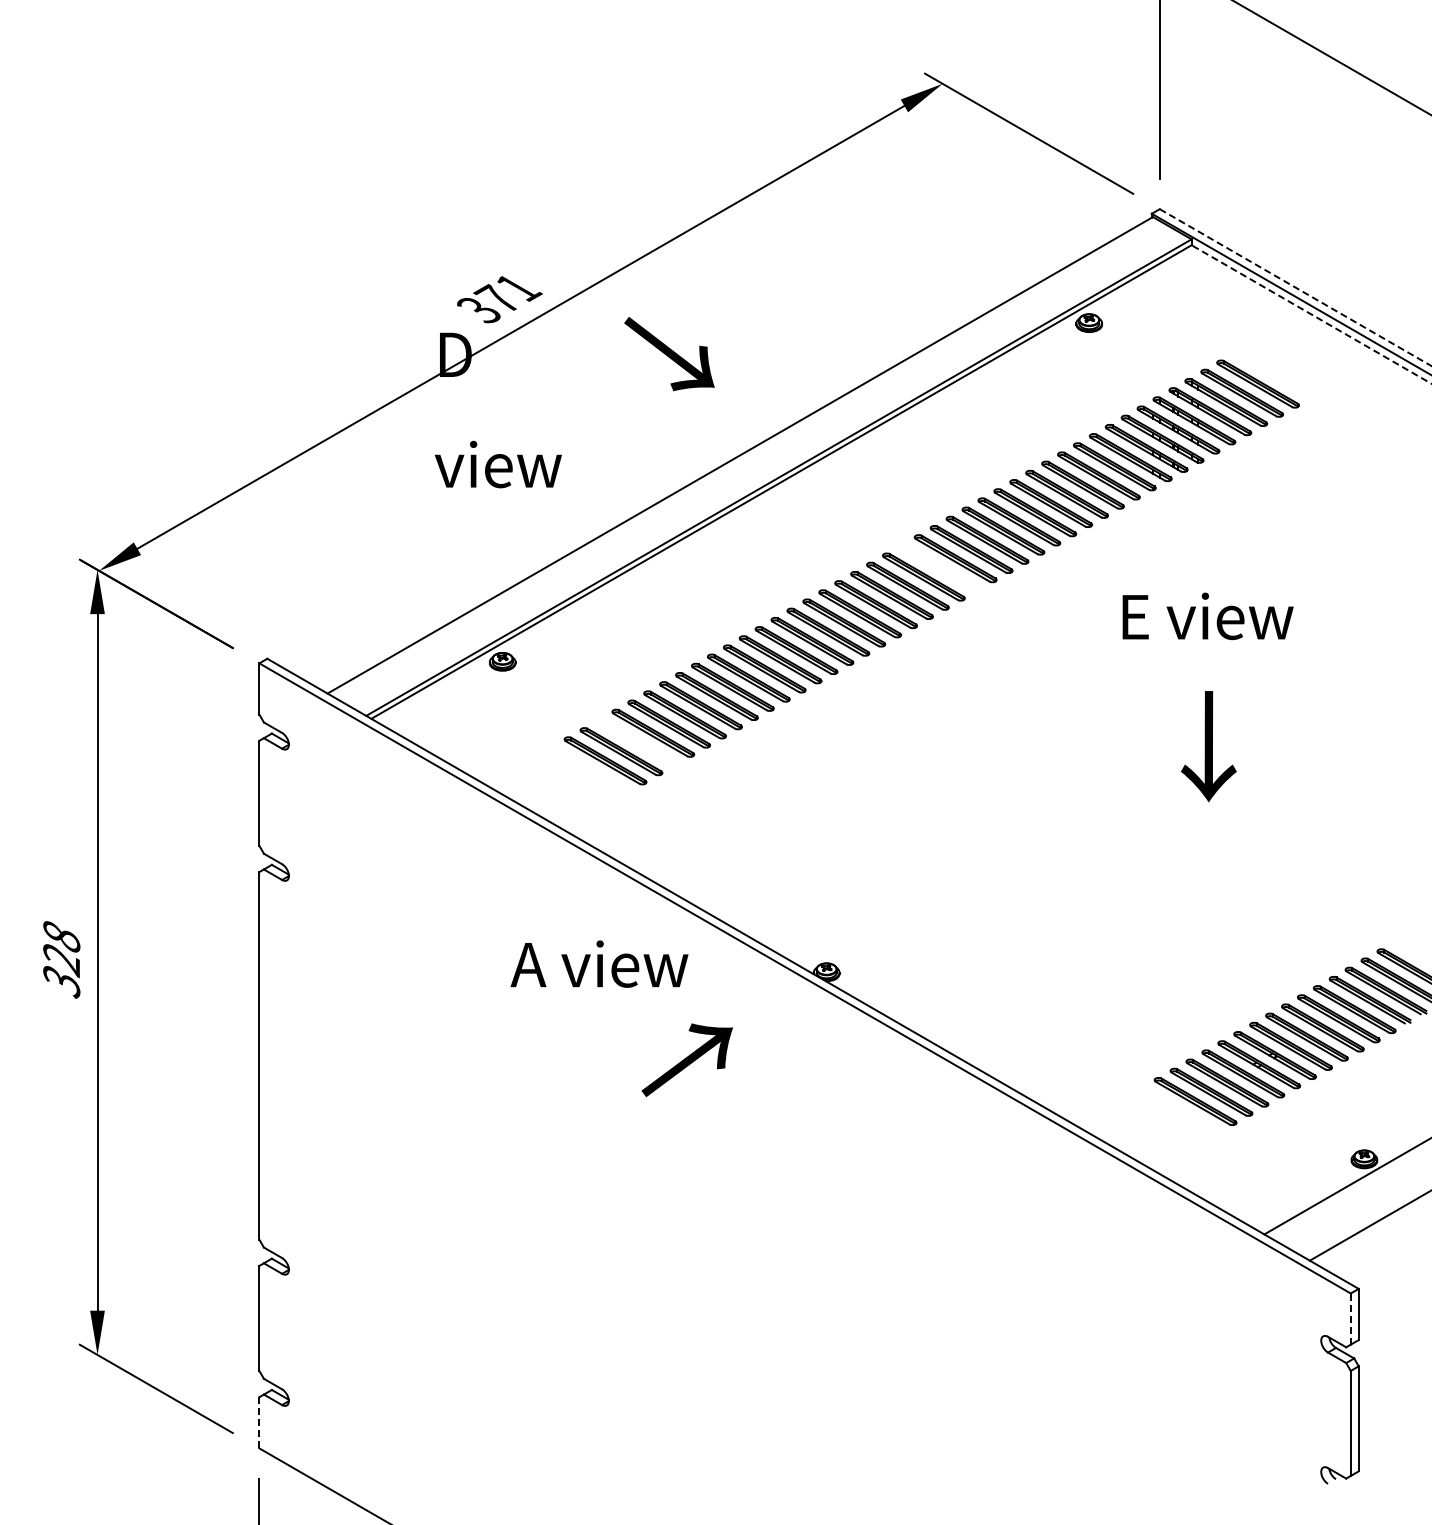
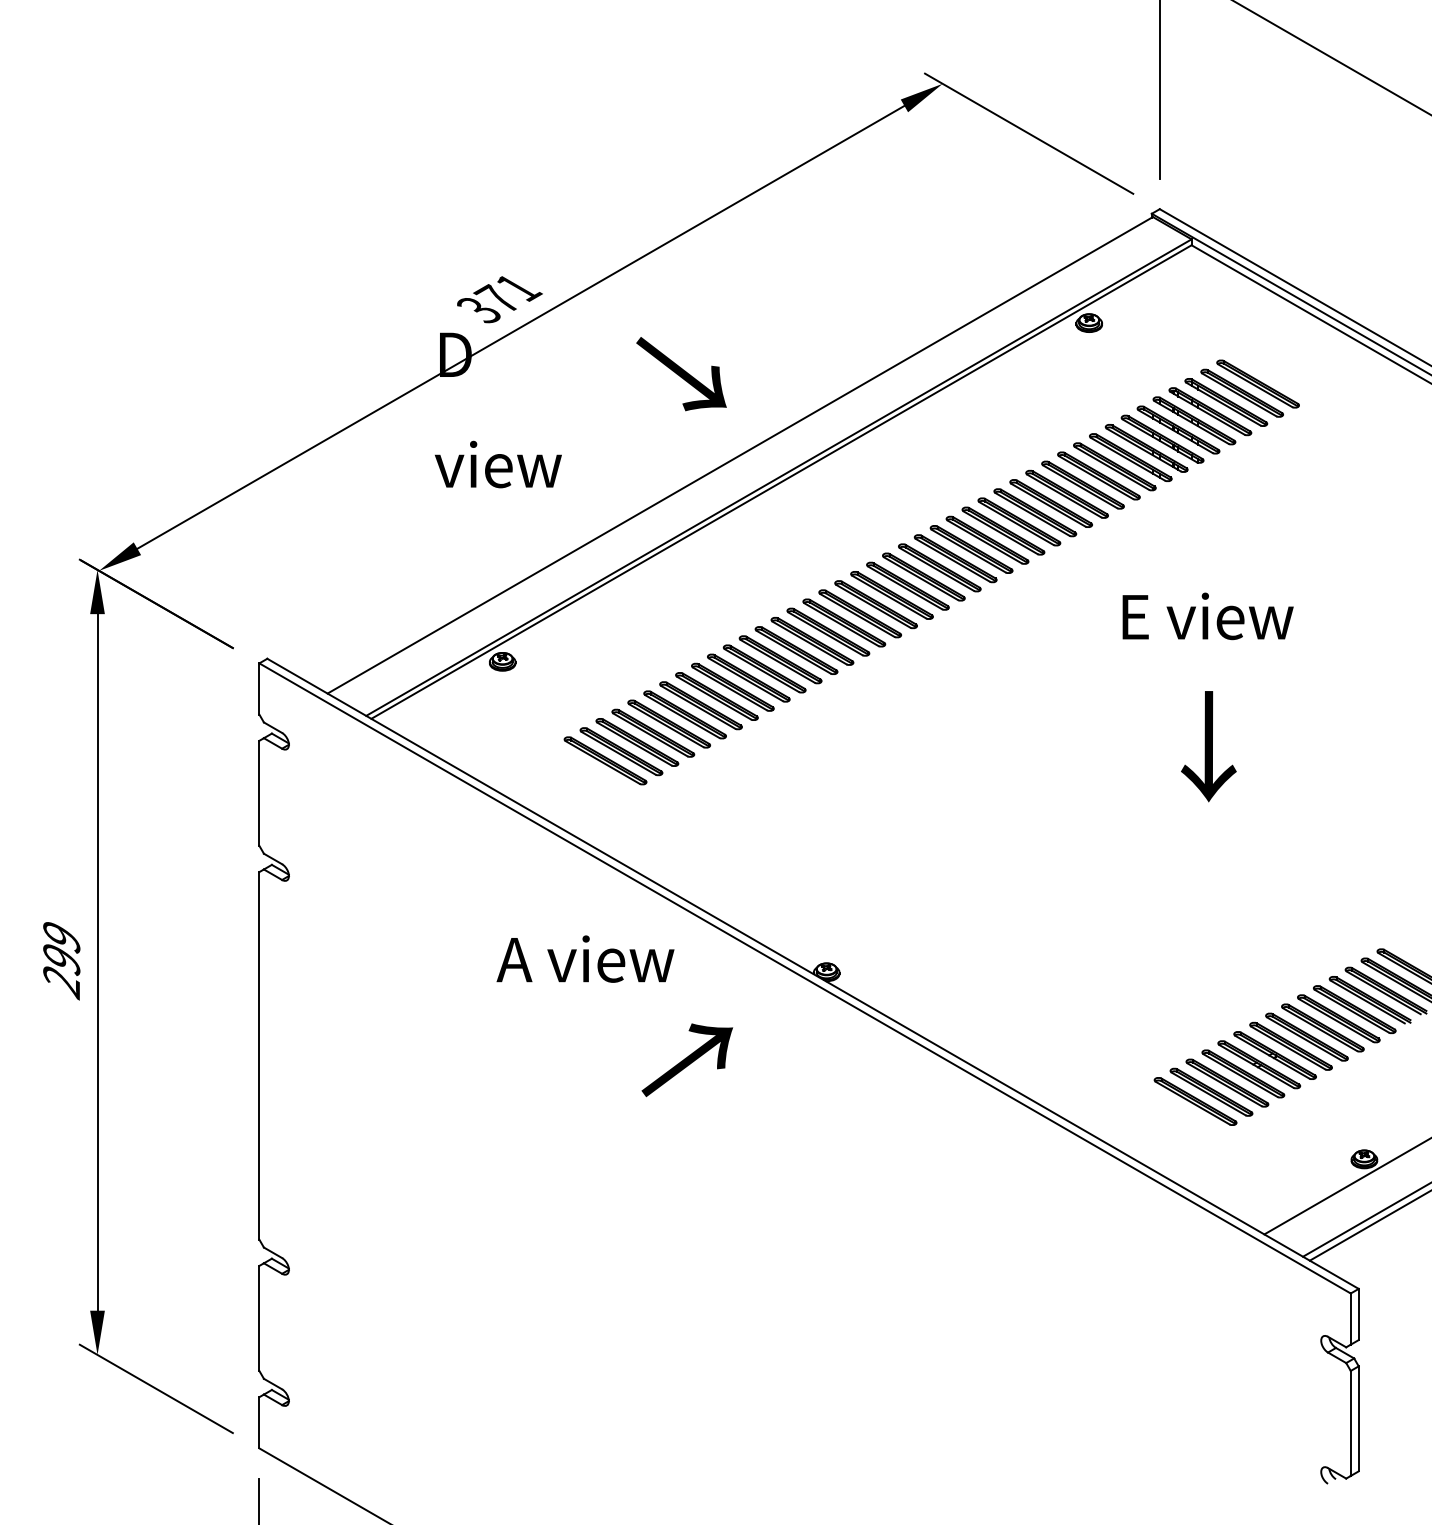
line at (1295, 287): dashed -> solid
line at (1311, 314): dashed -> solid
text at (669, 354) position: (669, 354) -> (681, 374)
part at (939, 567): none -> present
part at (637, 742): none -> present
text at (61, 960): 328 -> 299
text at (599, 963) position: (599, 963) -> (585, 958)
line at (1365, 1220): none -> present
line at (1350, 1319): dashed -> solid
line at (259, 1422): dashed -> solid
